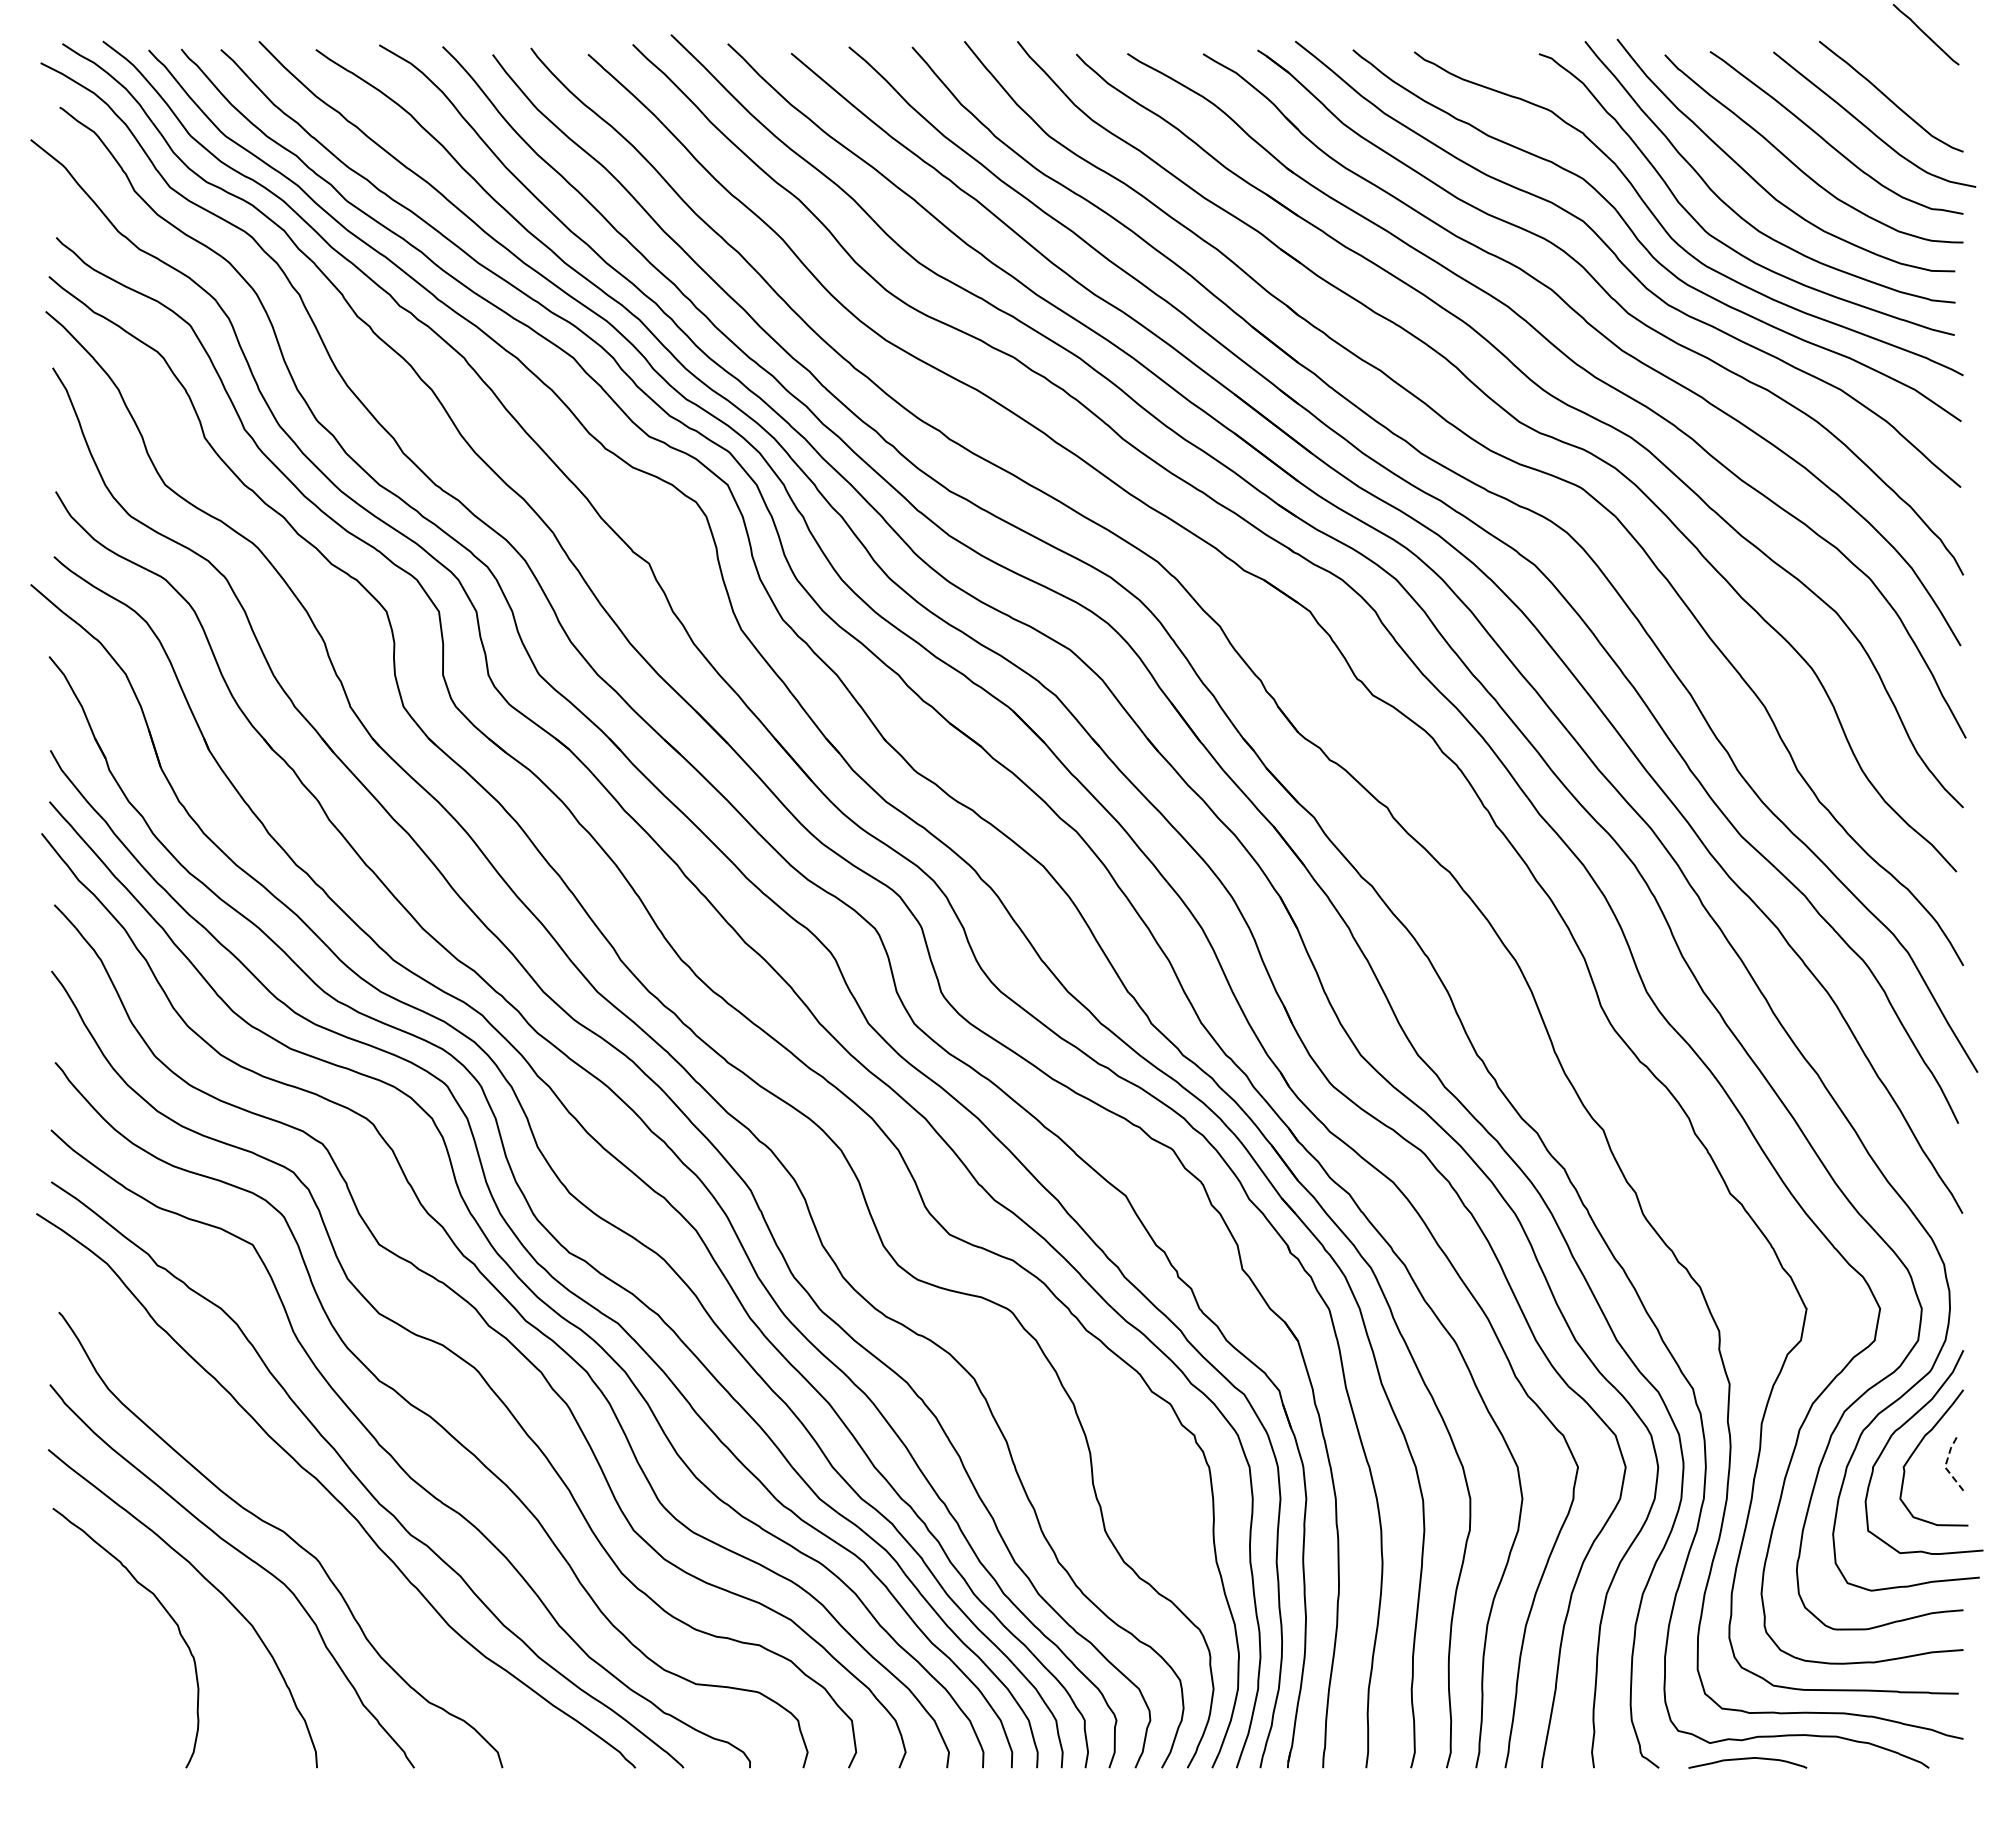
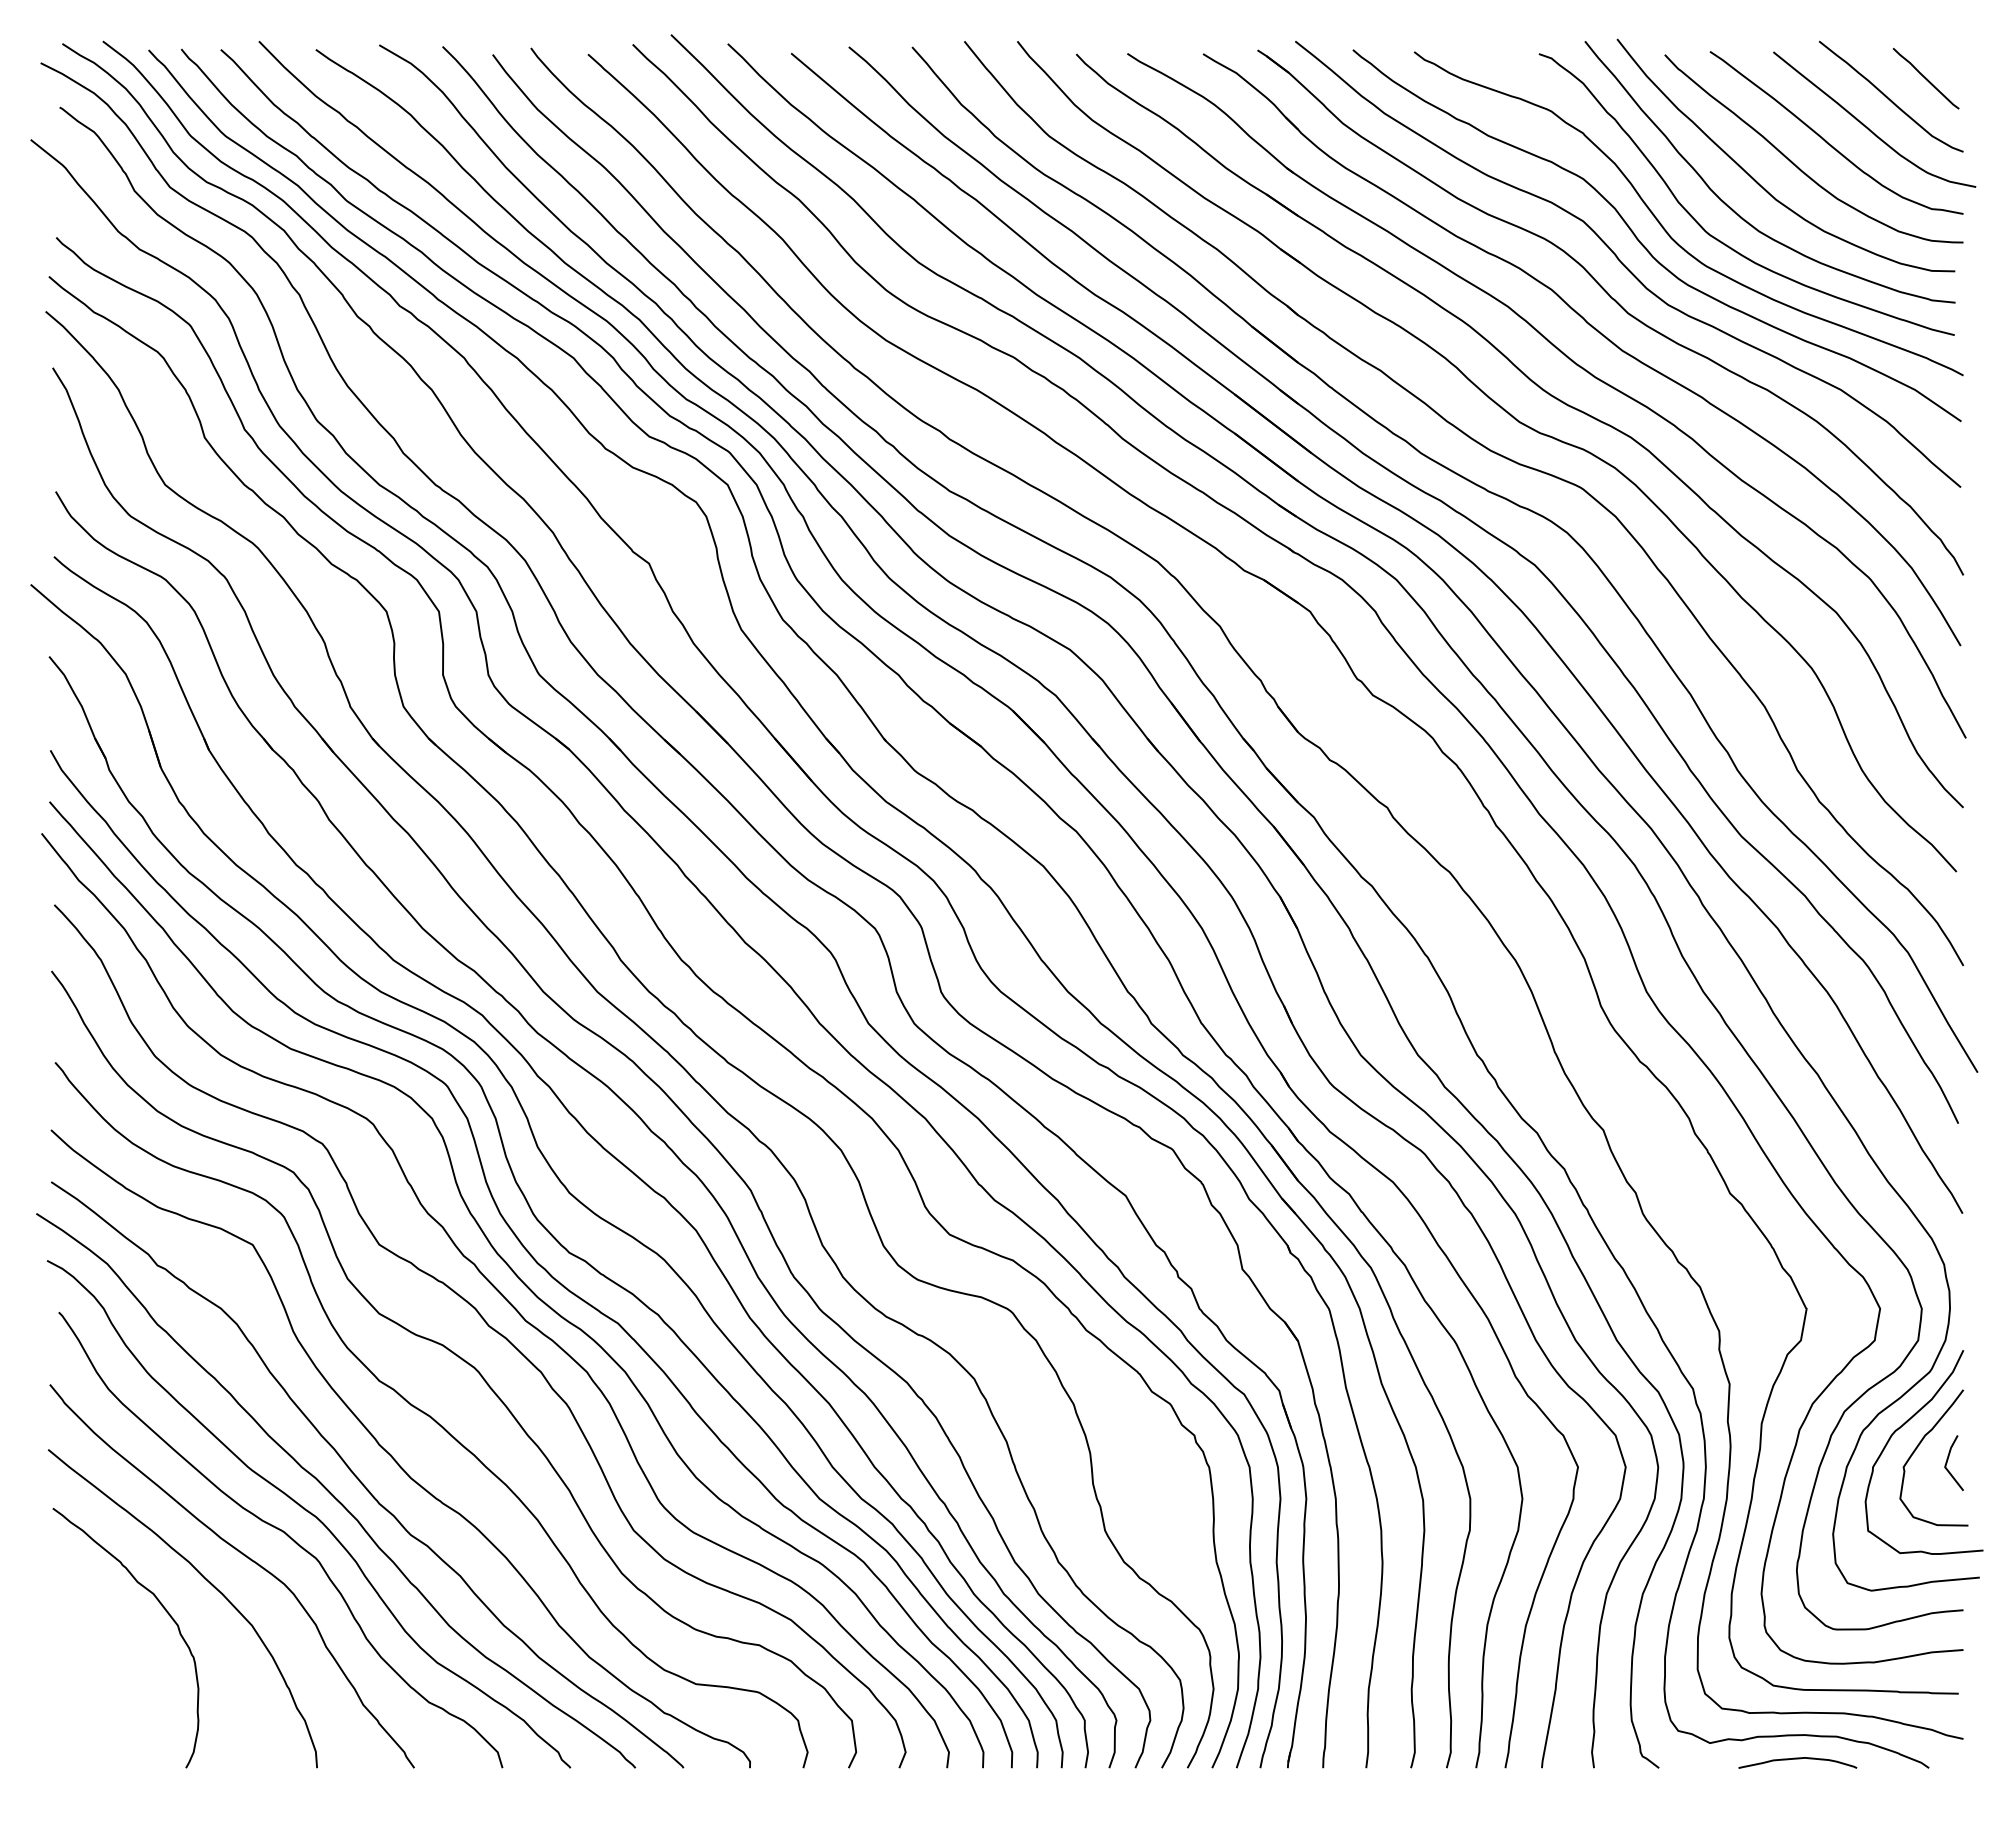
line at (1925, 34) position: (1925, 34) -> (1925, 78)
line at (1945, 1464): dashed -> solid
curve at (309, 1513): none -> present
curve at (1747, 1759) position: (1747, 1759) -> (1797, 1759)
